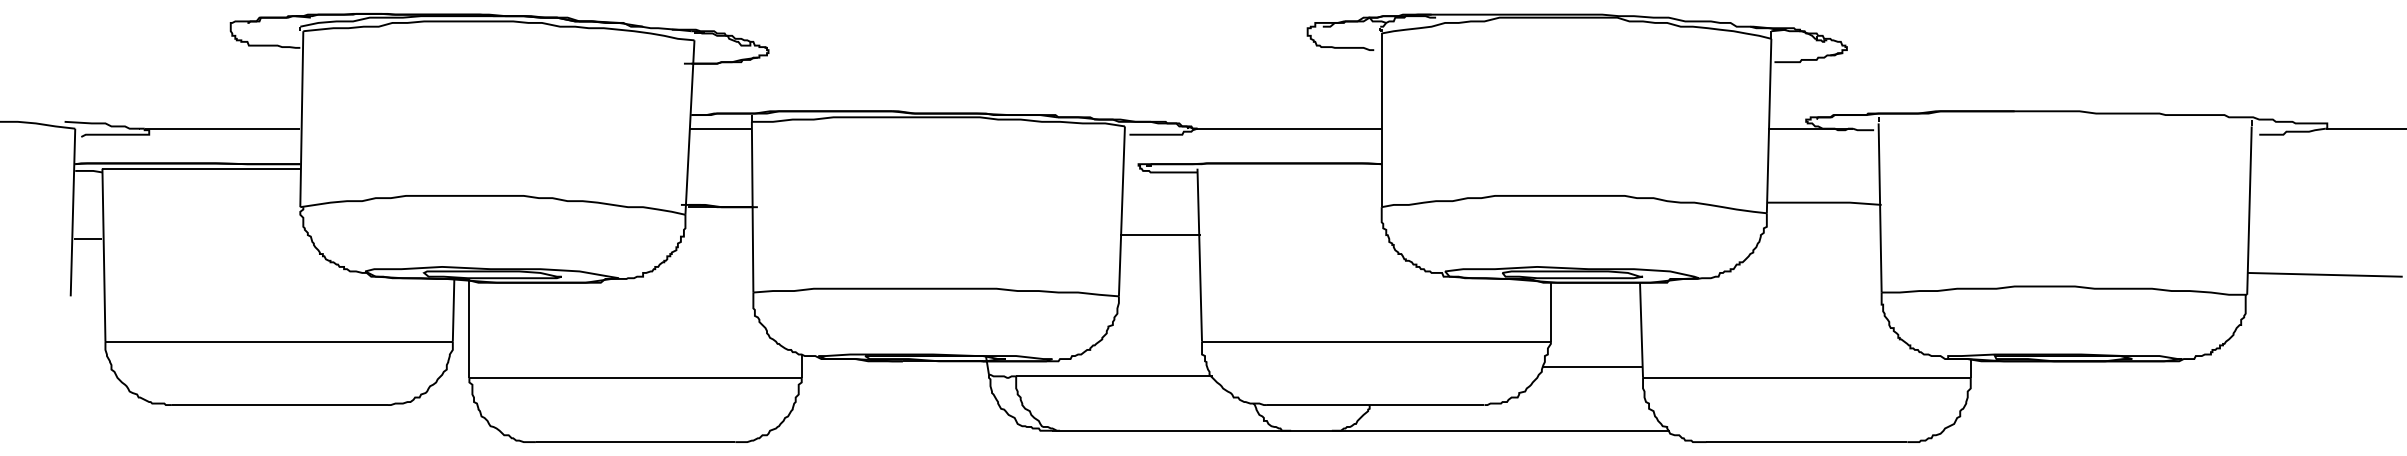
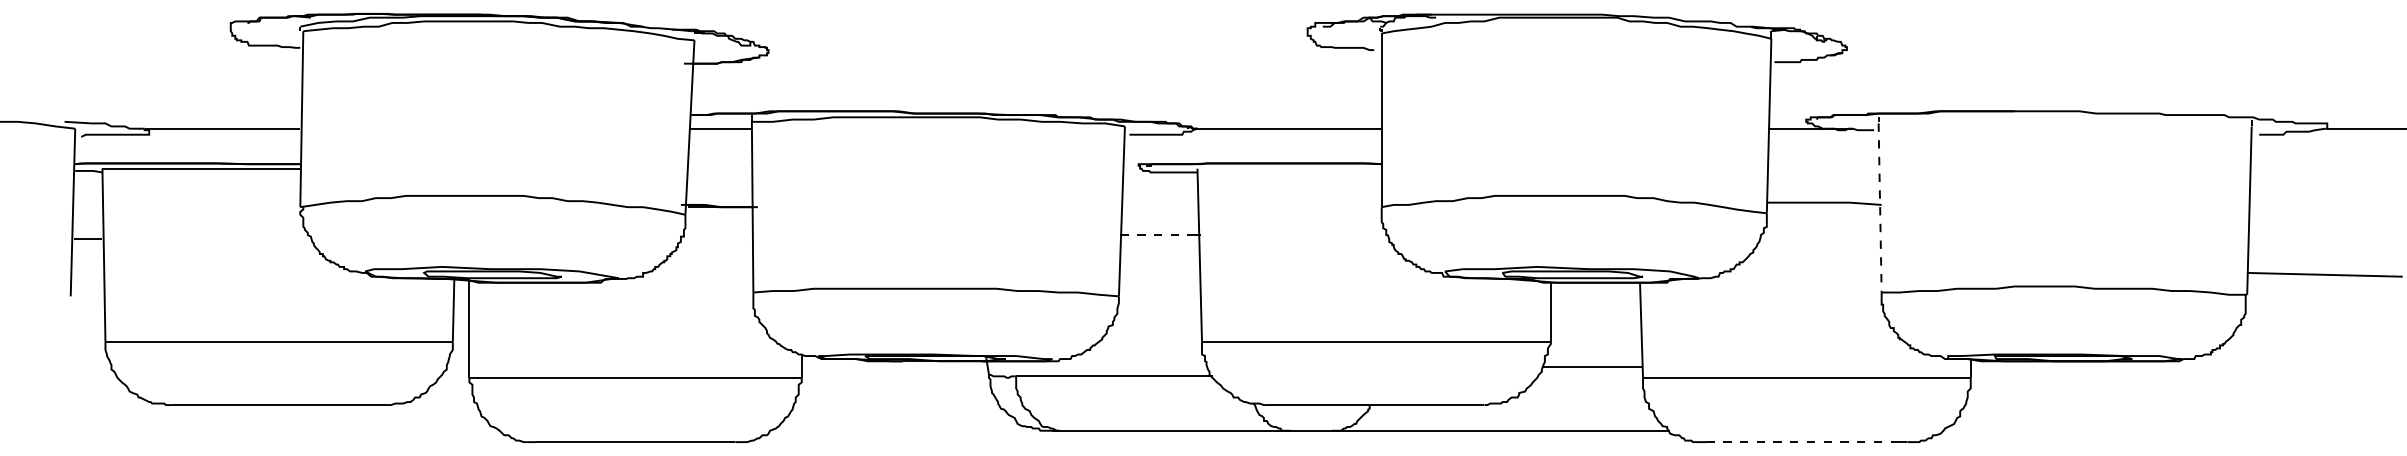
line at (1880, 207): solid -> dashed
line at (1154, 235): solid -> dashed
line at (1802, 442): solid -> dashed
